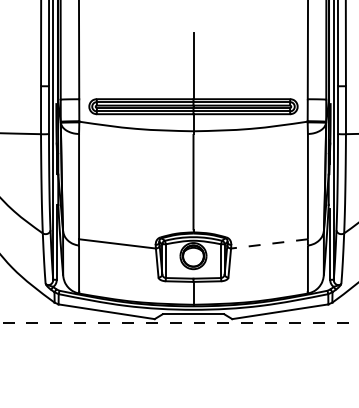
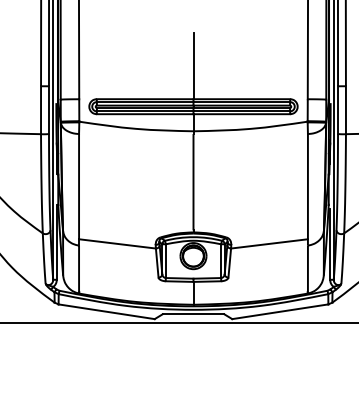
line at (269, 243): dashed -> solid
line at (179, 323): dashed -> solid
